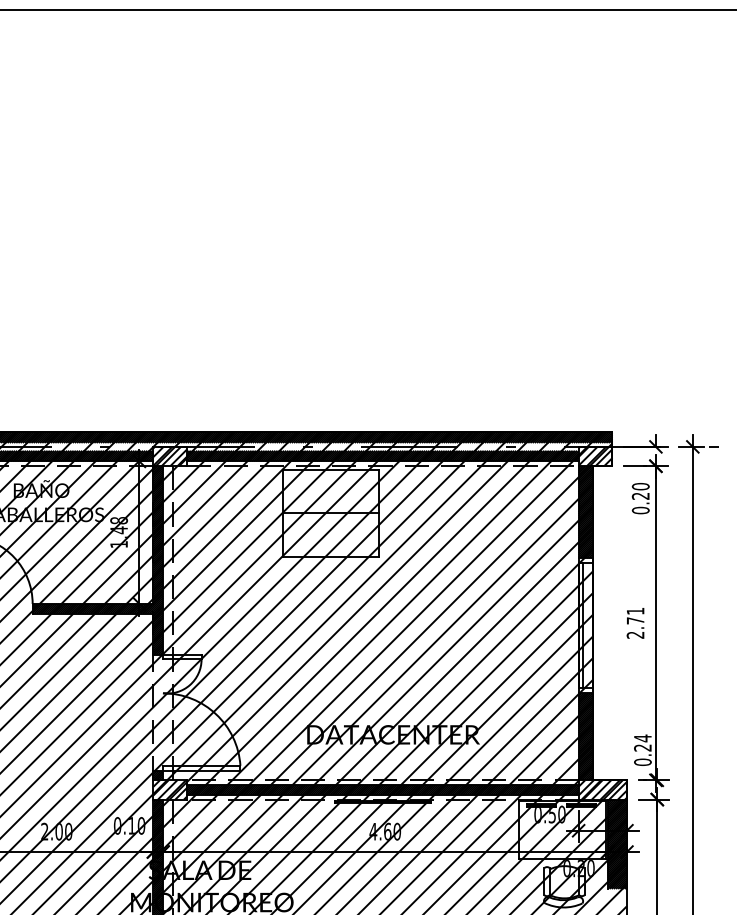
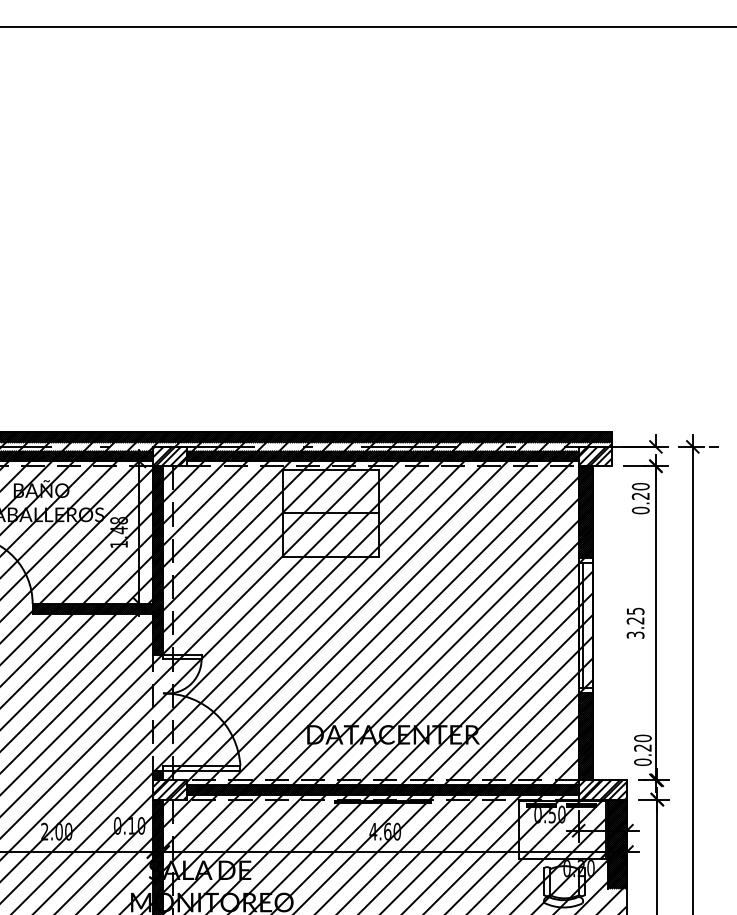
line at (367, 10) position: (367, 10) -> (367, 27)
text at (635, 622): 2.71 -> 3.25
text at (642, 738): 0.24 -> 0.20
